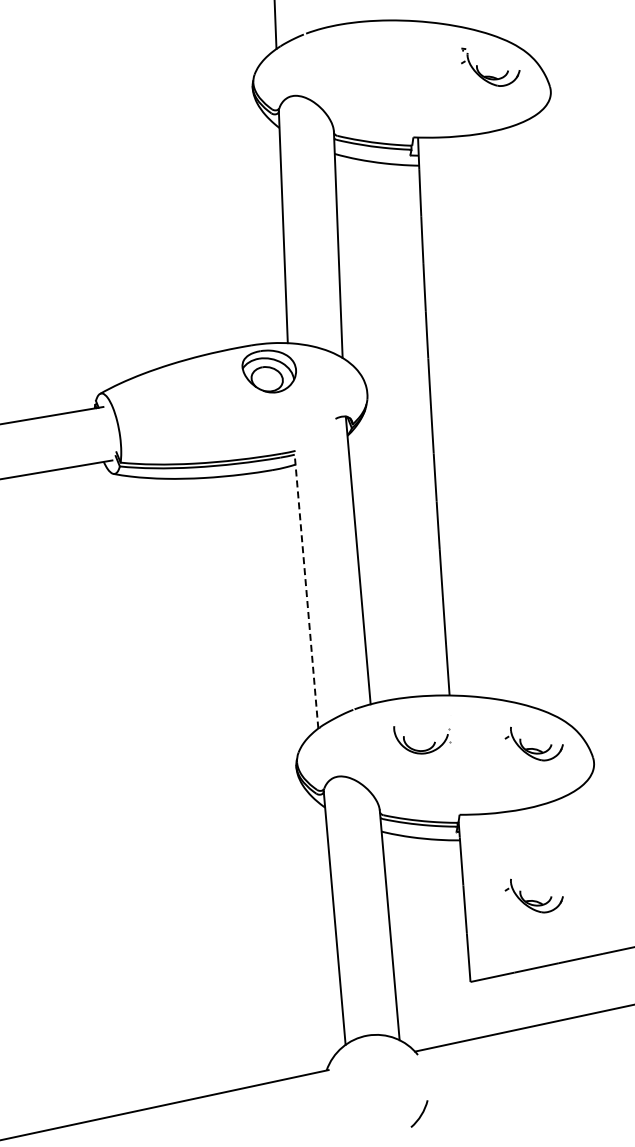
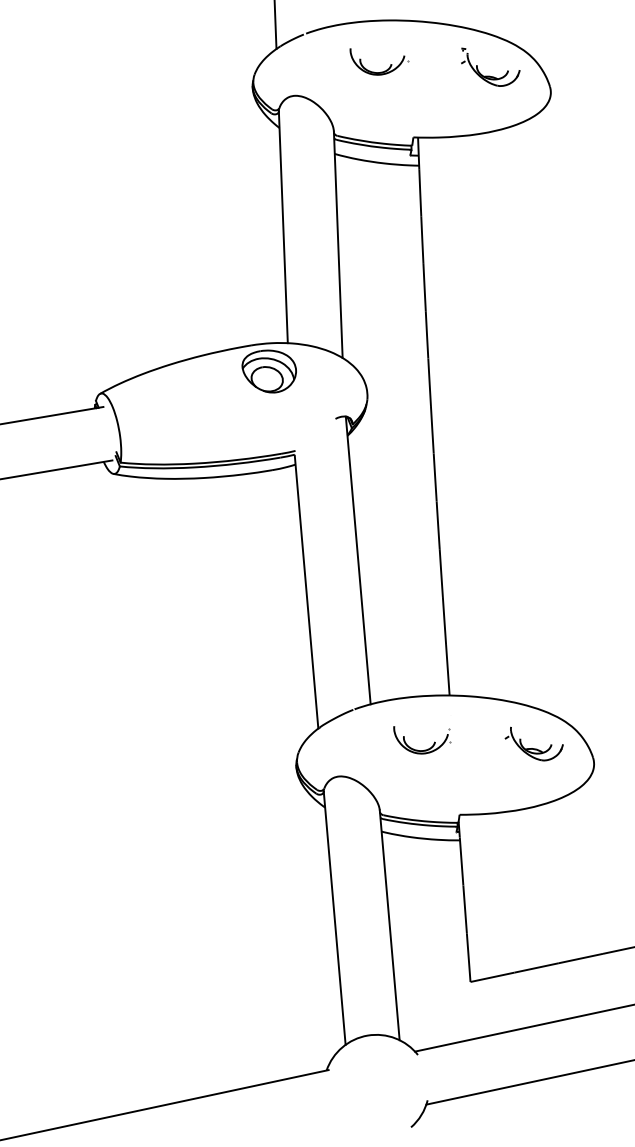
part at (380, 71): none -> present
line at (306, 592): dashed -> solid
part at (533, 895): present -> none
line at (528, 1082): none -> present
